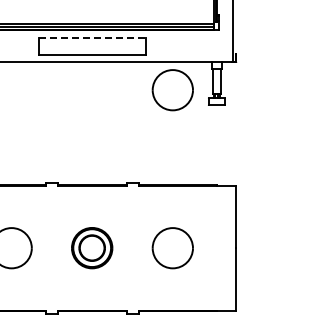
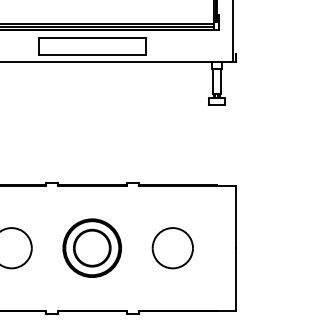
line at (92, 37): dashed -> solid
part at (172, 90): present -> none
part at (92, 248) size: 43x43 px -> 60x60 px
